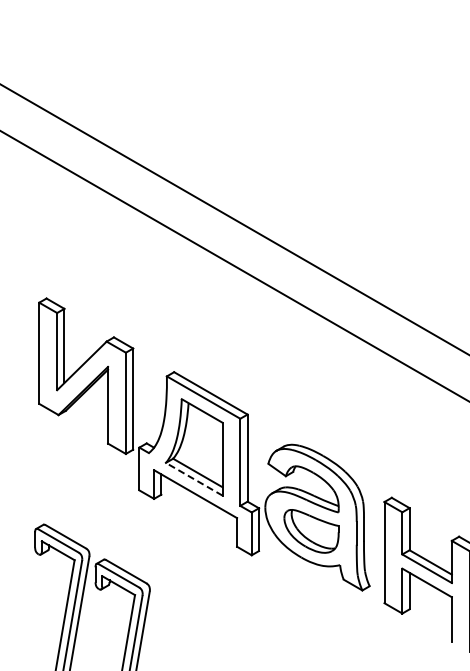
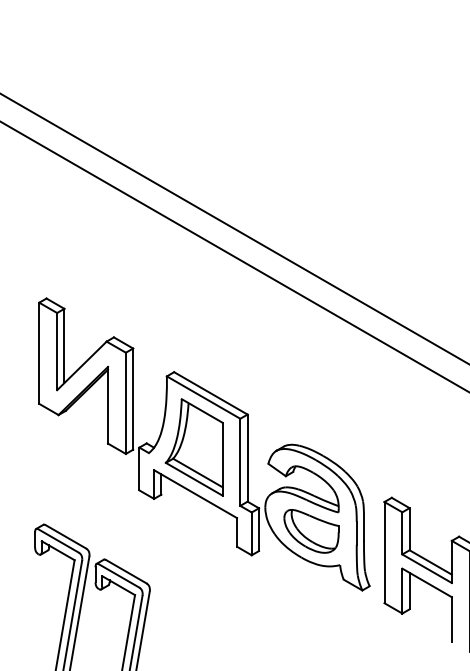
line at (234, 219) position: (234, 219) -> (234, 228)
line at (234, 265) position: (234, 265) -> (234, 256)
line at (194, 479): dashed -> solid
